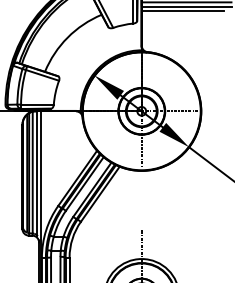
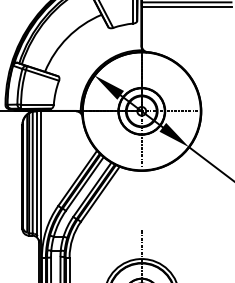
line at (182, 10): present -> none
